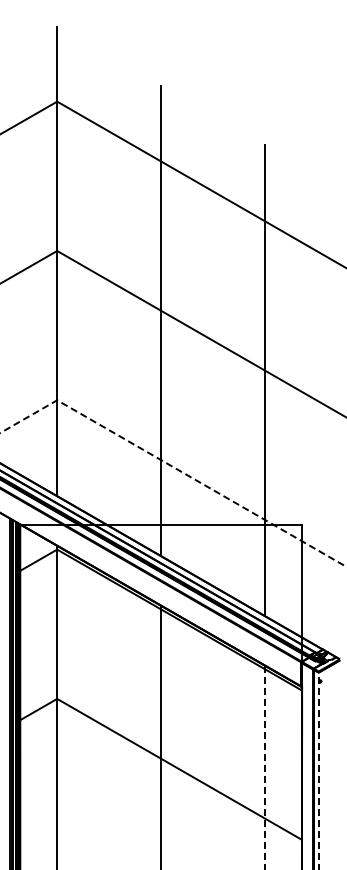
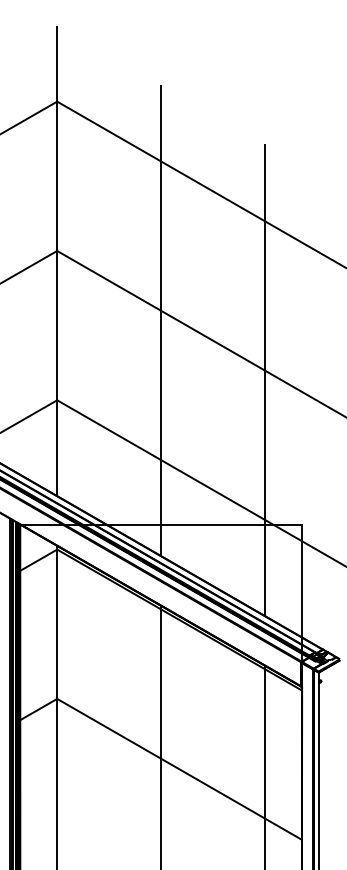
line at (173, 467): dashed -> solid
line at (265, 767): dashed -> solid
line at (318, 770): dashed -> solid
